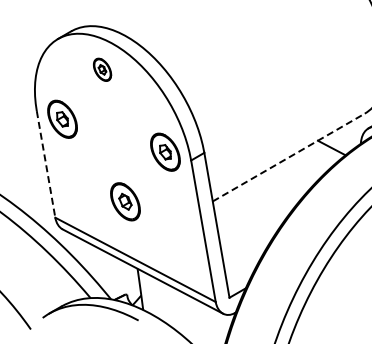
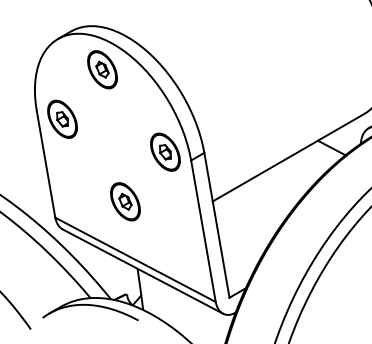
part at (102, 69) size: 20x25 px -> 31x40 px
line at (288, 157): dashed -> solid
line at (46, 164): dashed -> solid
